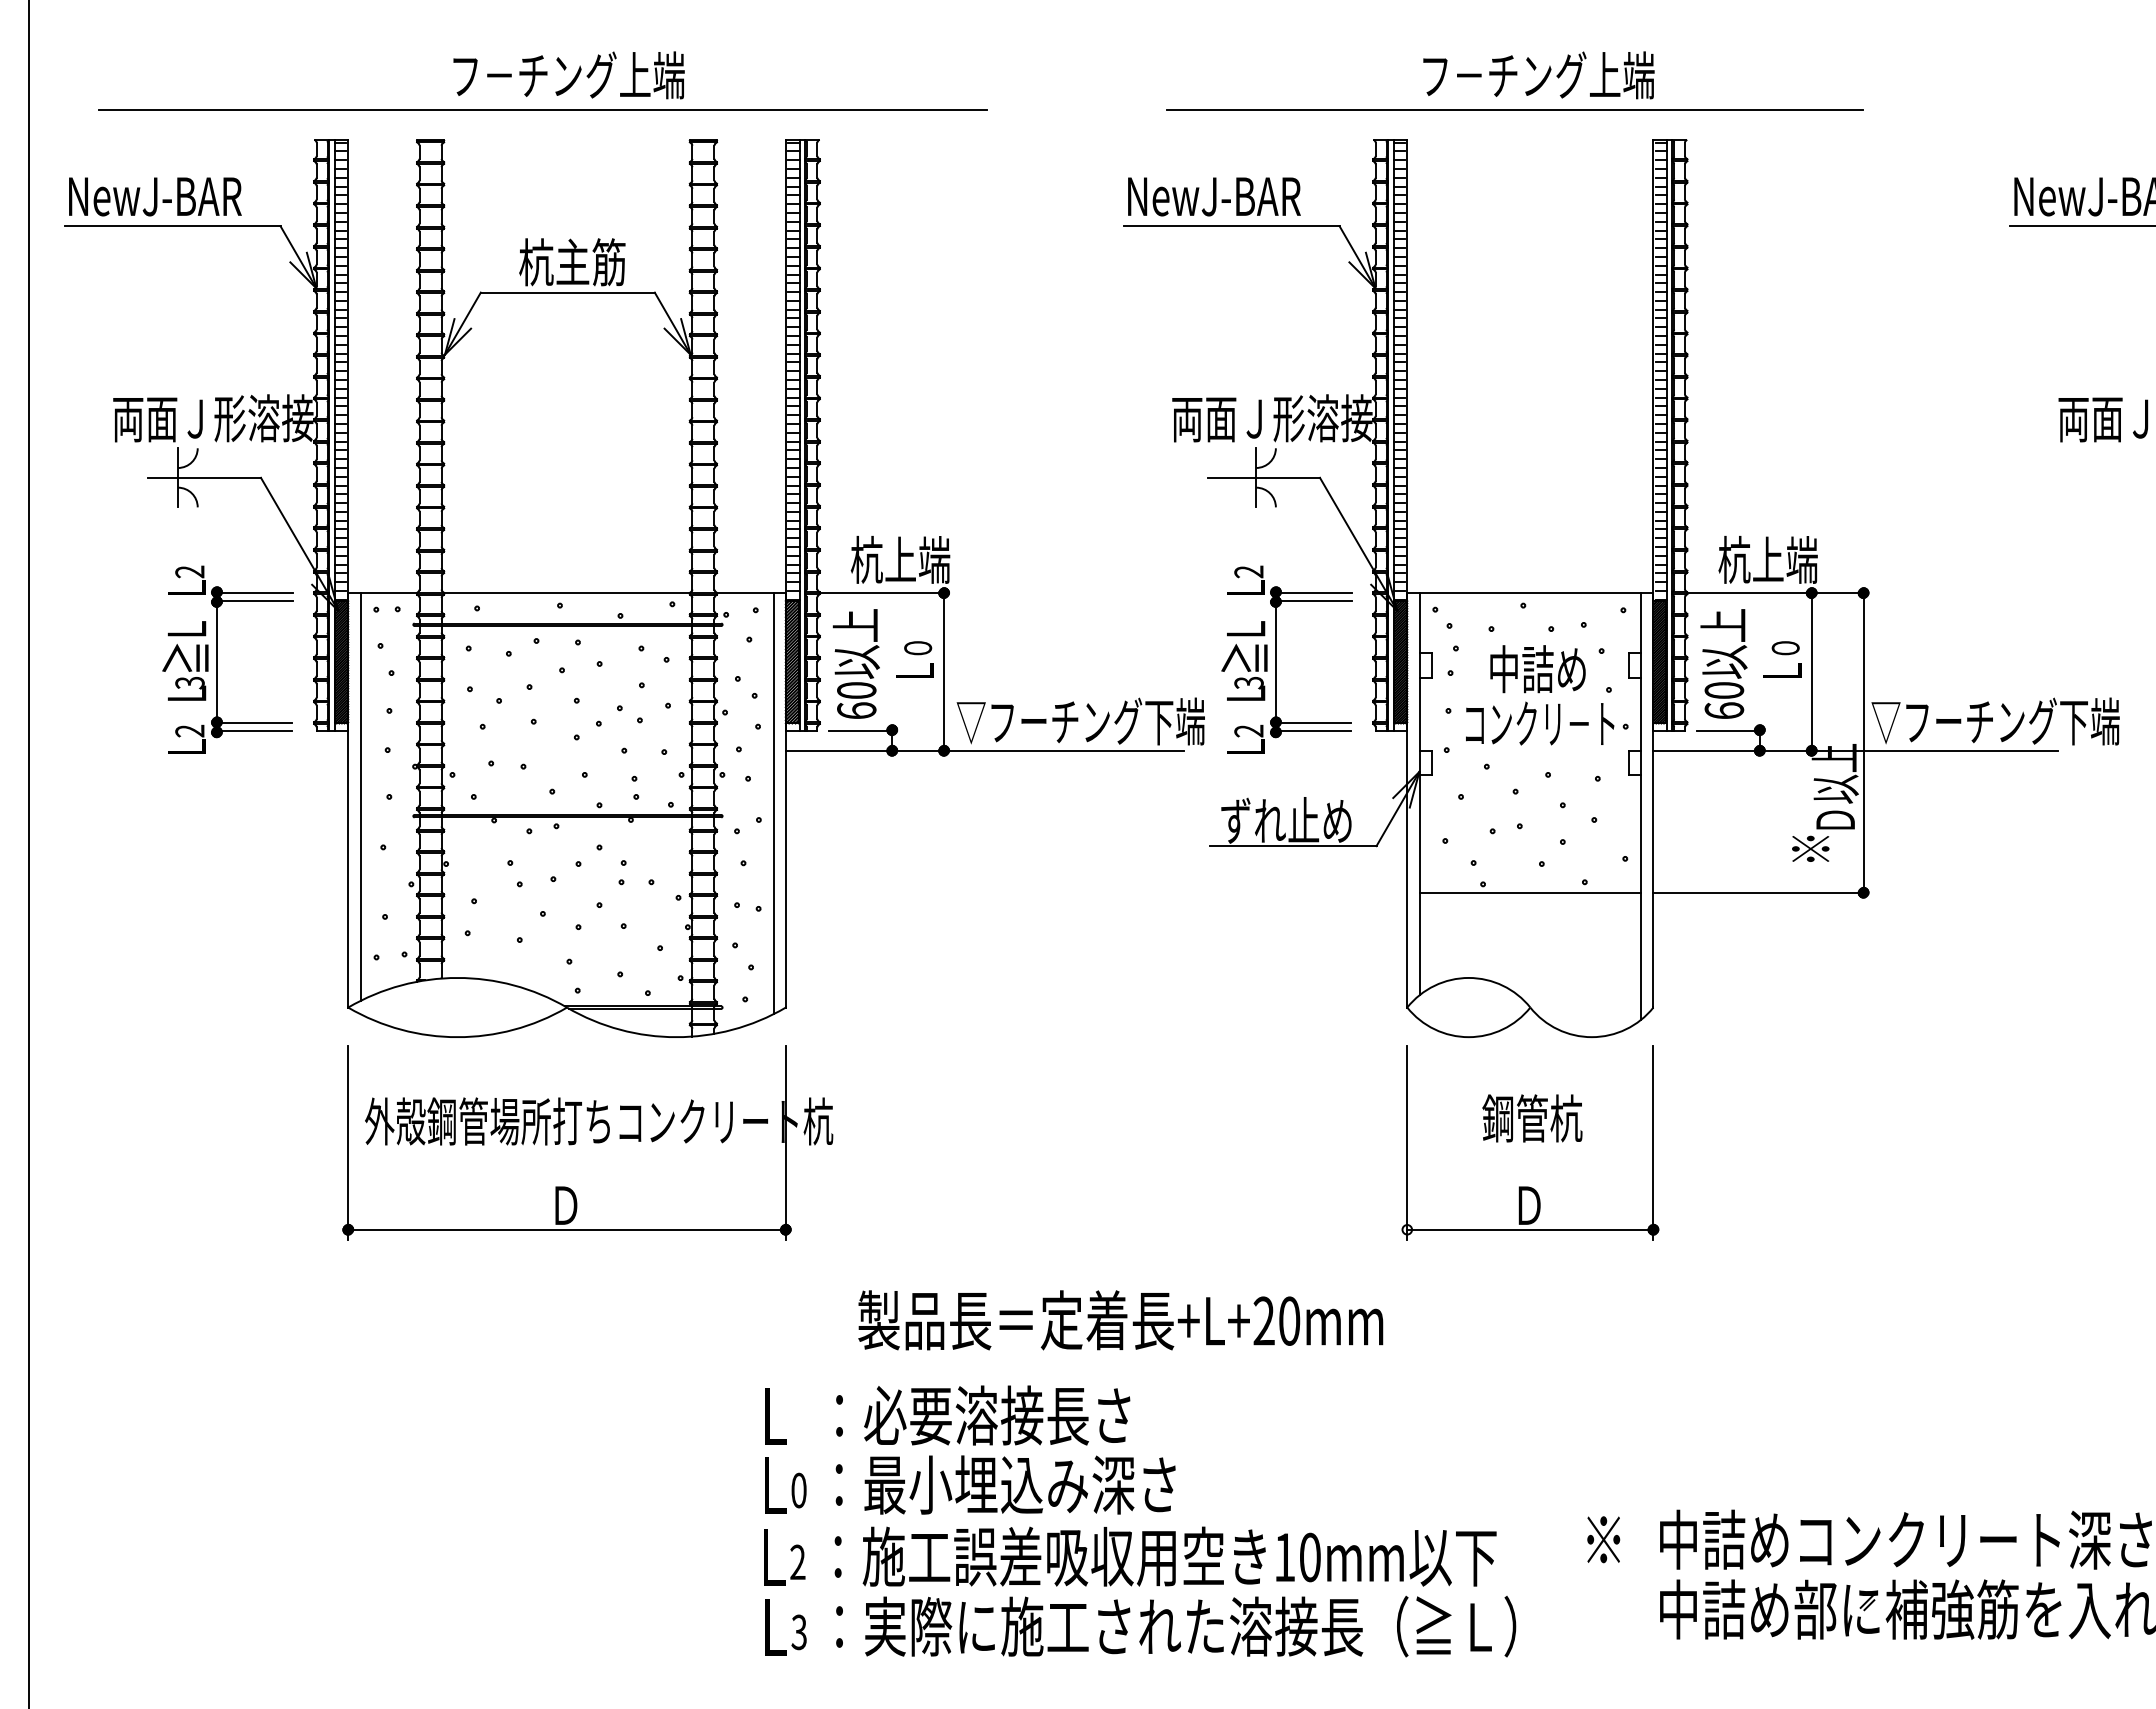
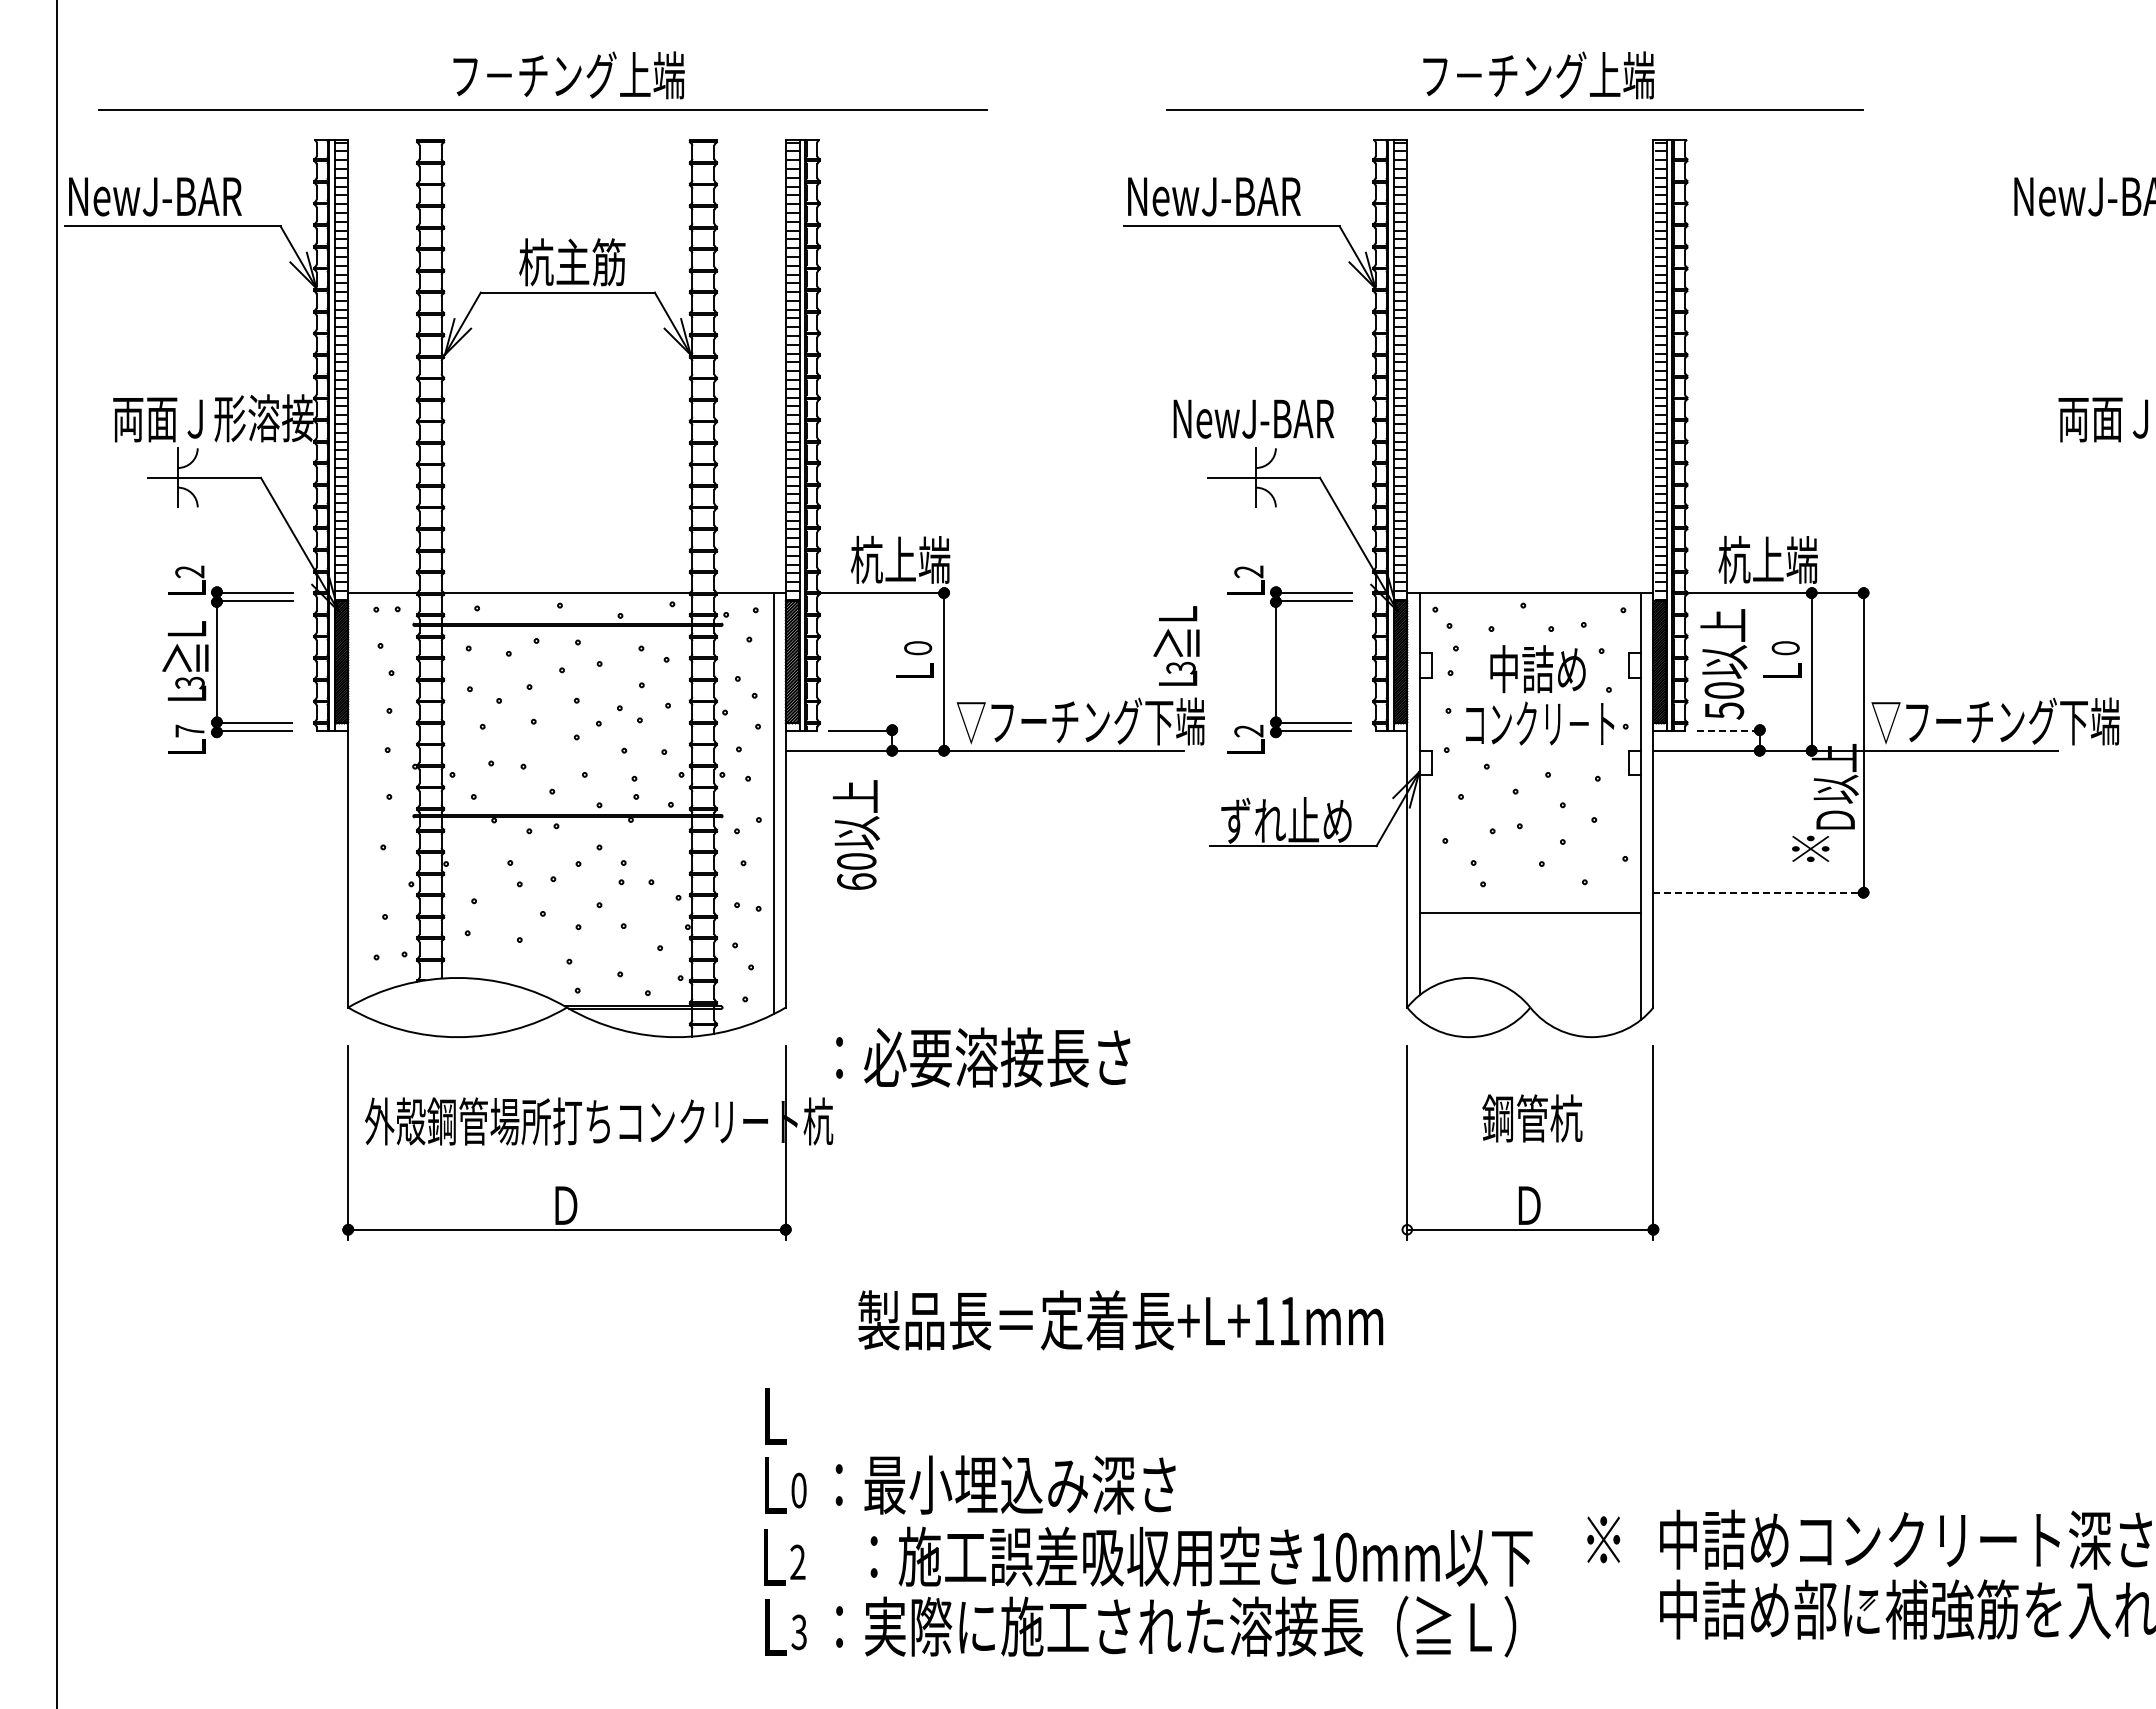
line at (2081, 226): present -> none
text at (1272, 418): 両面Ｊ形溶接 -> NewJ-BAR
text at (1244, 660) position: (1244, 660) -> (1176, 645)
text at (855, 663) position: (855, 663) -> (855, 834)
text at (1724, 710): 60 -> 50
text at (189, 730): 2 -> 7
line at (1728, 730): solid -> dashed
line at (360, 796): present -> none
line at (29, 853) position: (29, 853) -> (57, 853)
line at (1530, 892) position: (1530, 892) -> (1530, 912)
line at (1759, 892): solid -> dashed
text at (1276, 1320): +L+20mm -> +L+11mm
text at (983, 1415) position: (983, 1415) -> (983, 1057)
text at (1165, 1556) position: (1165, 1556) -> (1201, 1556)
